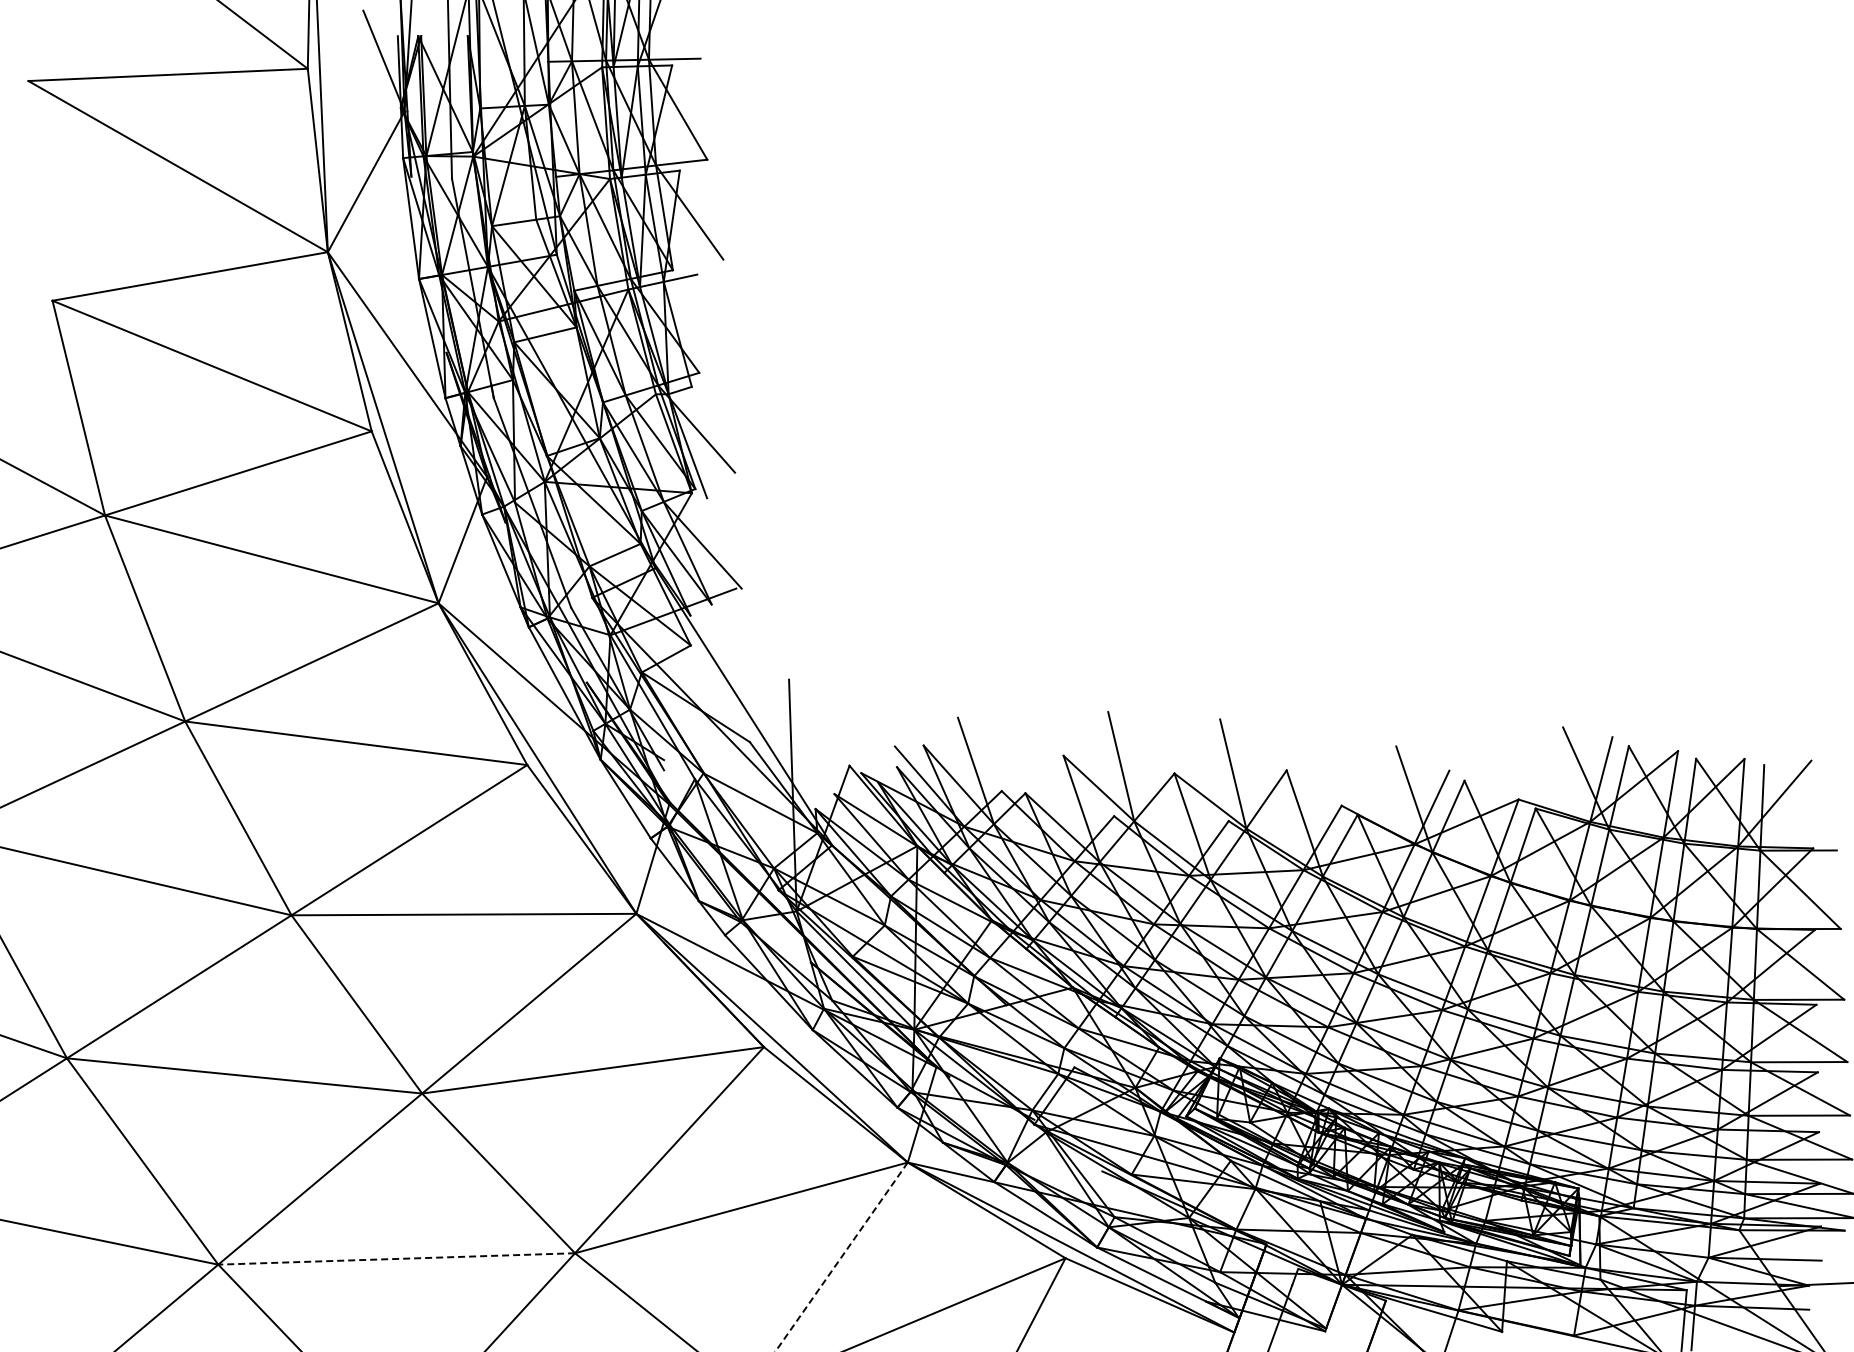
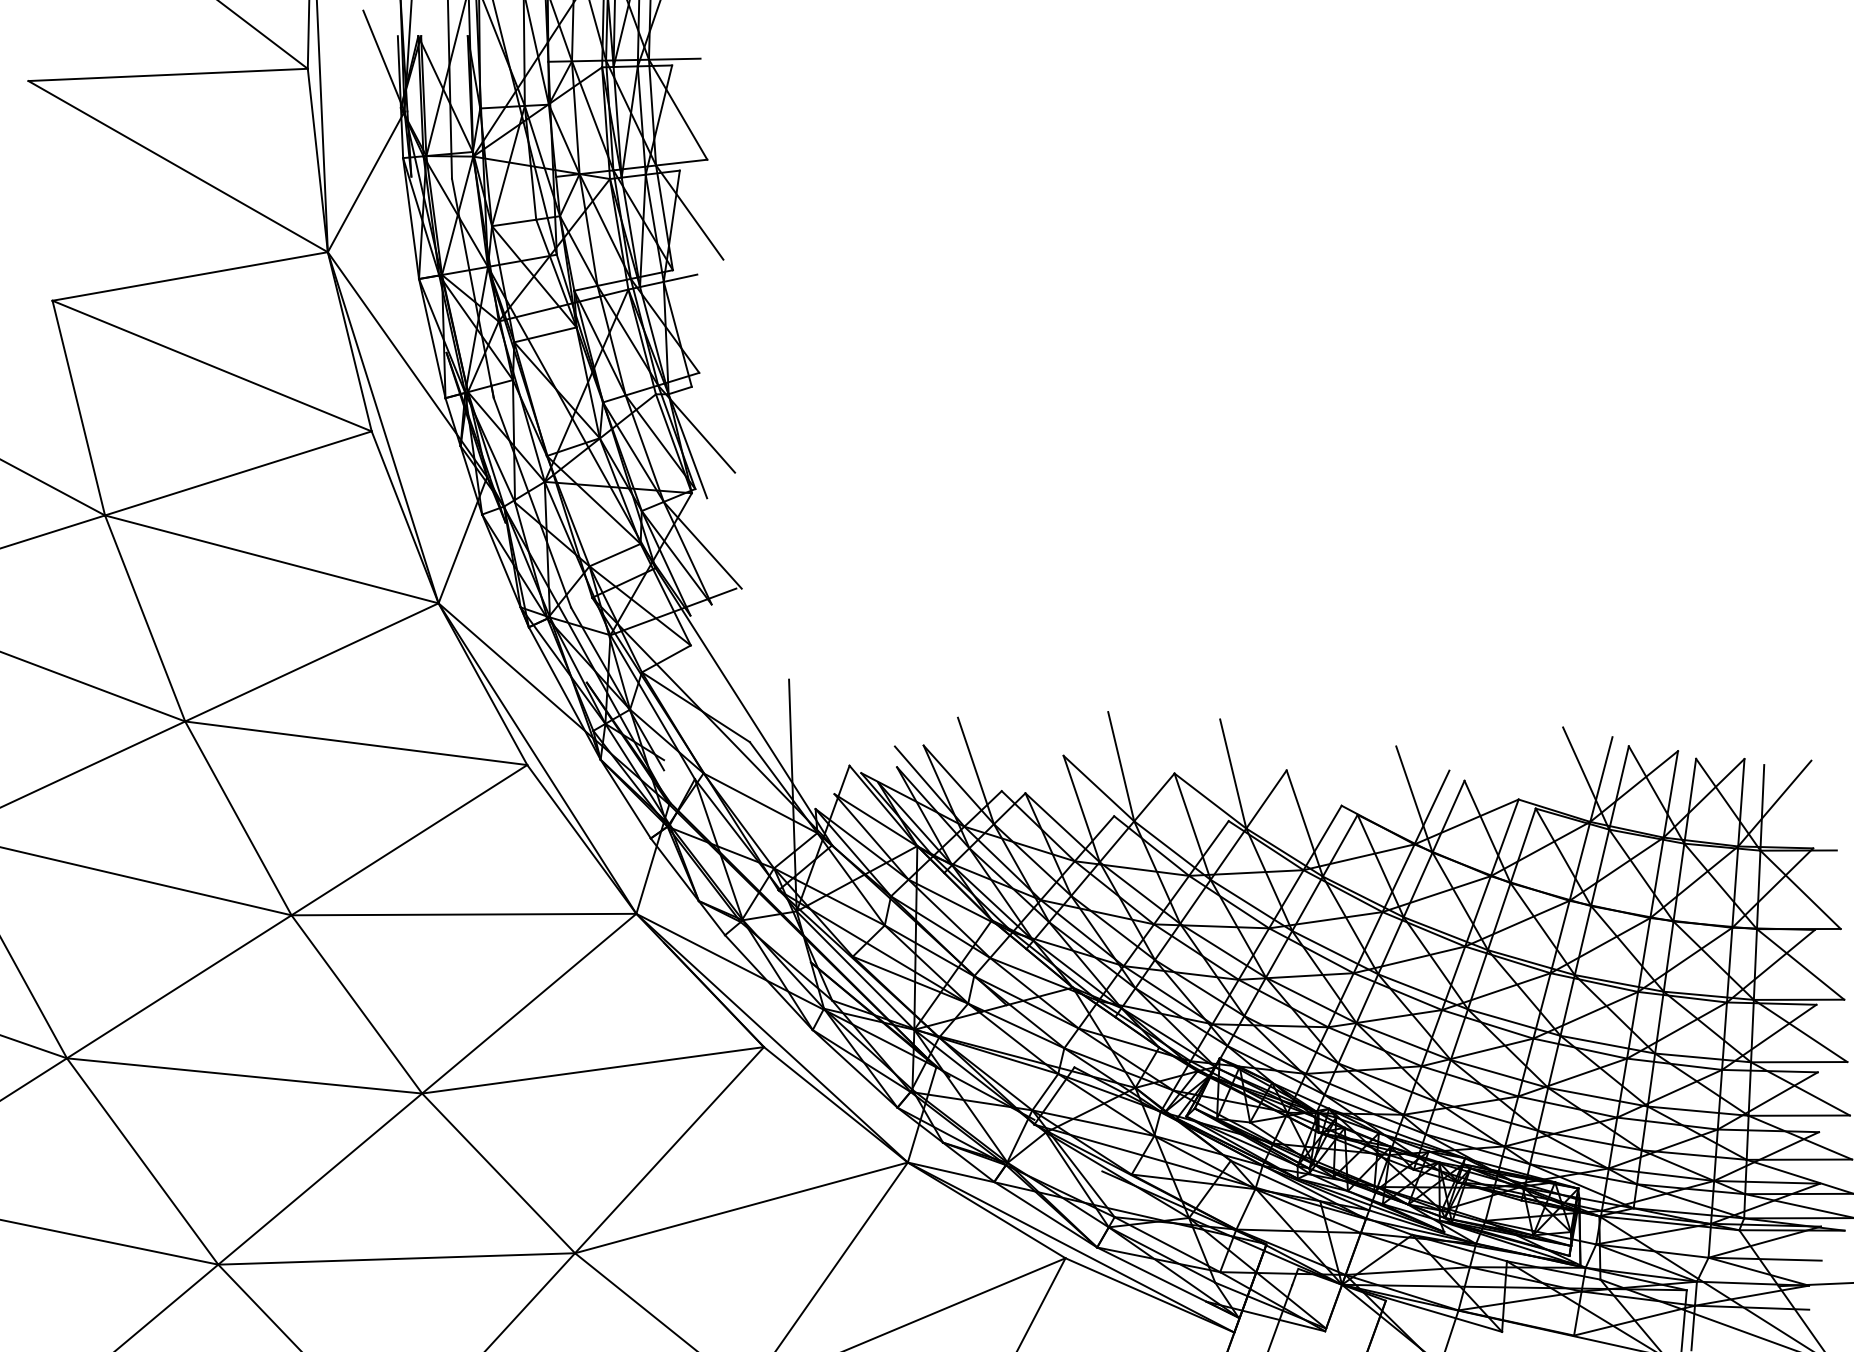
line at (841, 1257): dashed -> solid
line at (396, 1258): dashed -> solid
